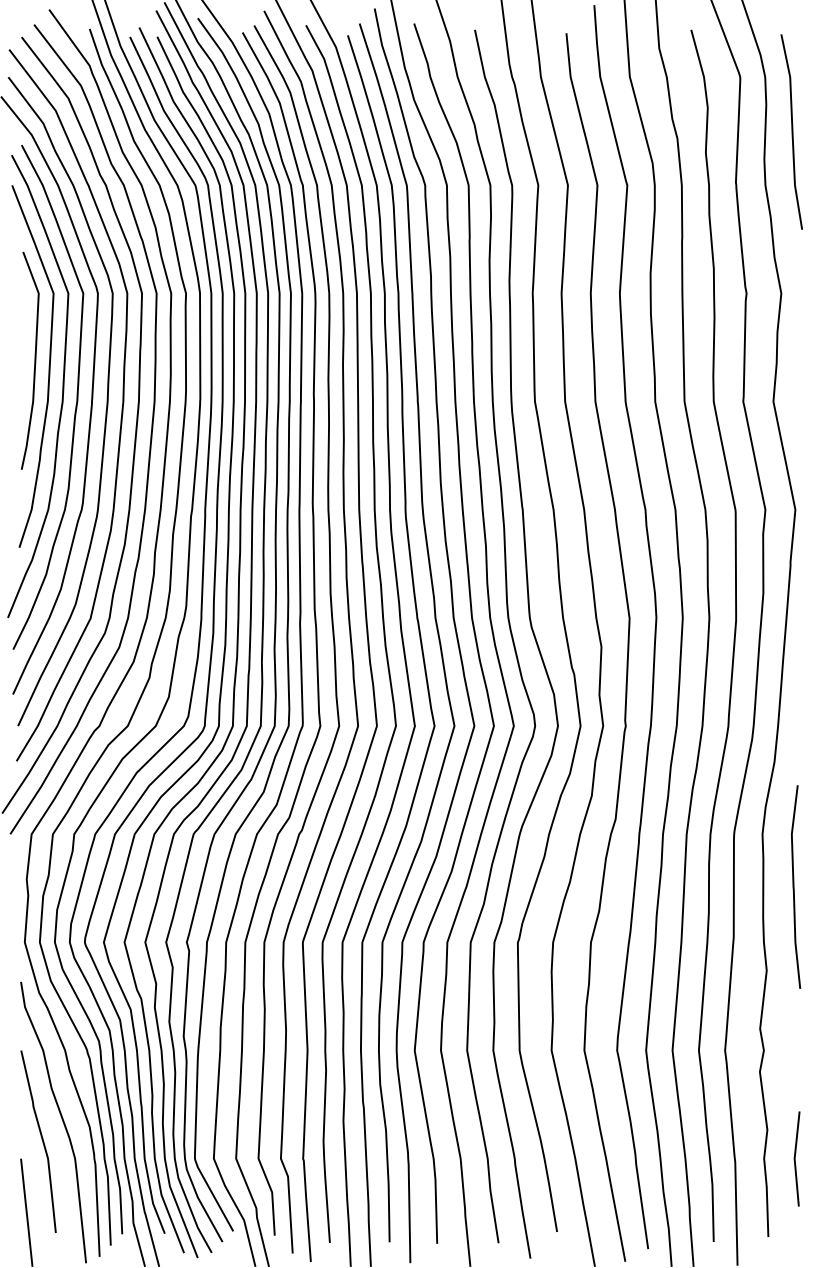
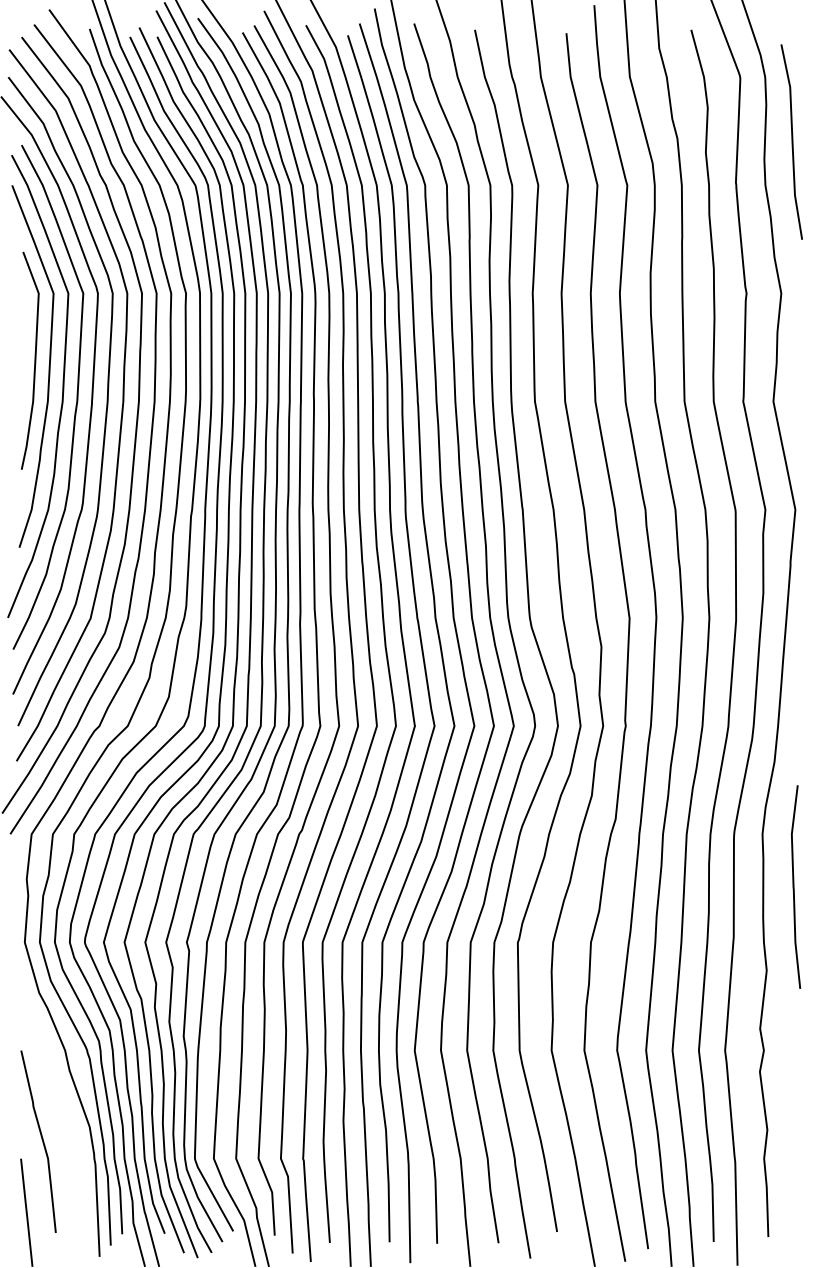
curve at (791, 131) position: (791, 131) -> (791, 141)
curve at (61, 1119): present -> none
line at (795, 1158): present -> none
